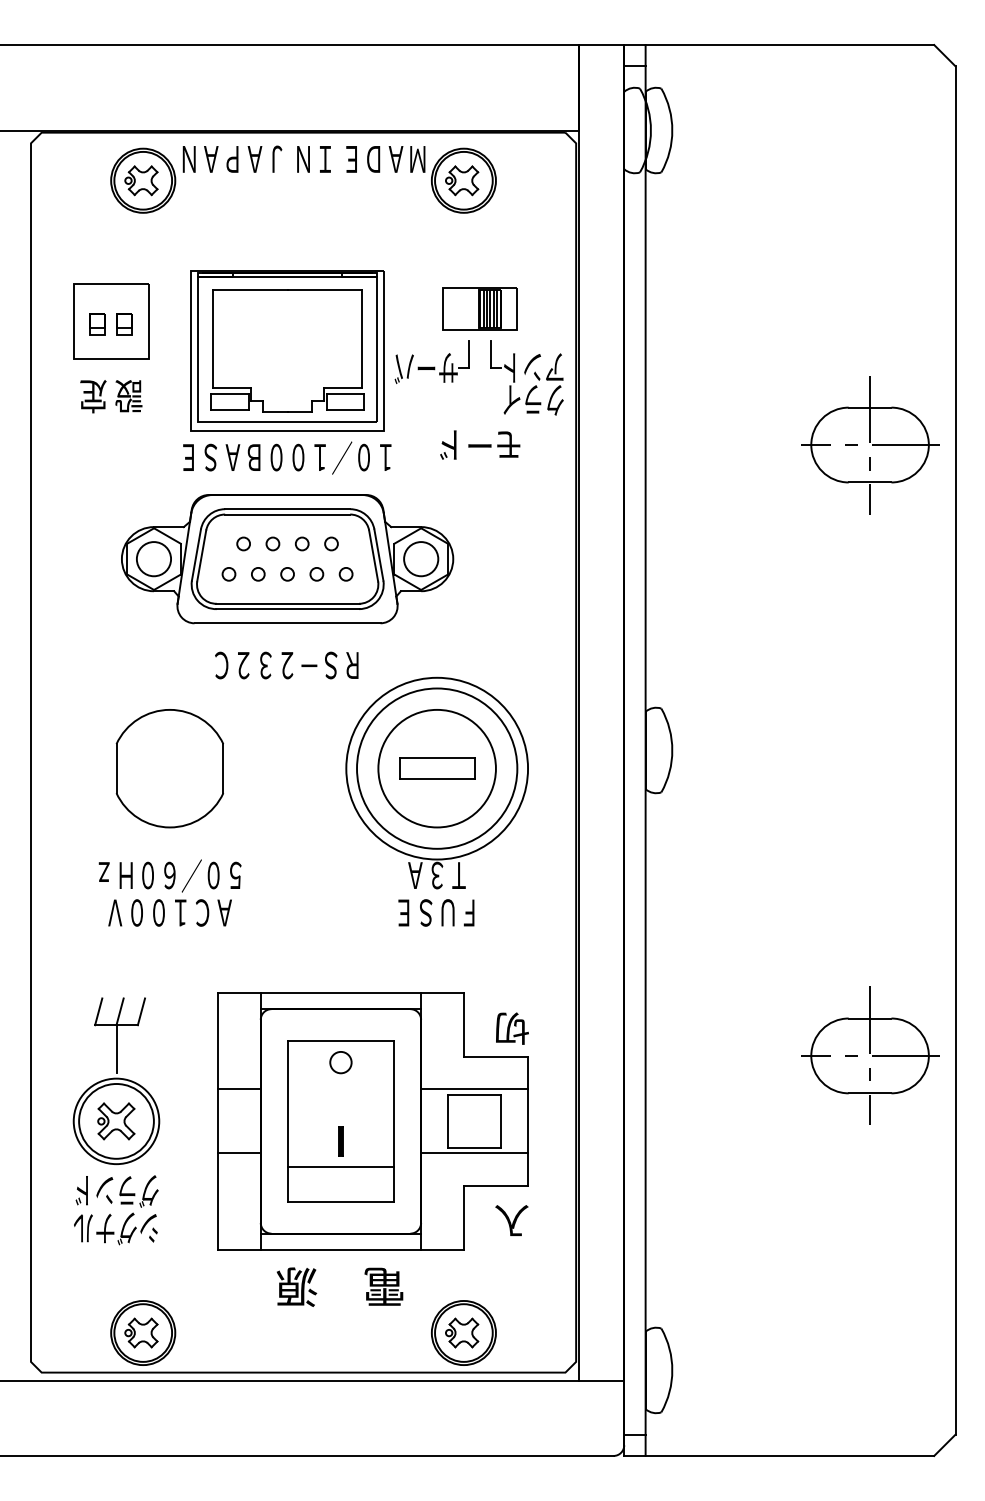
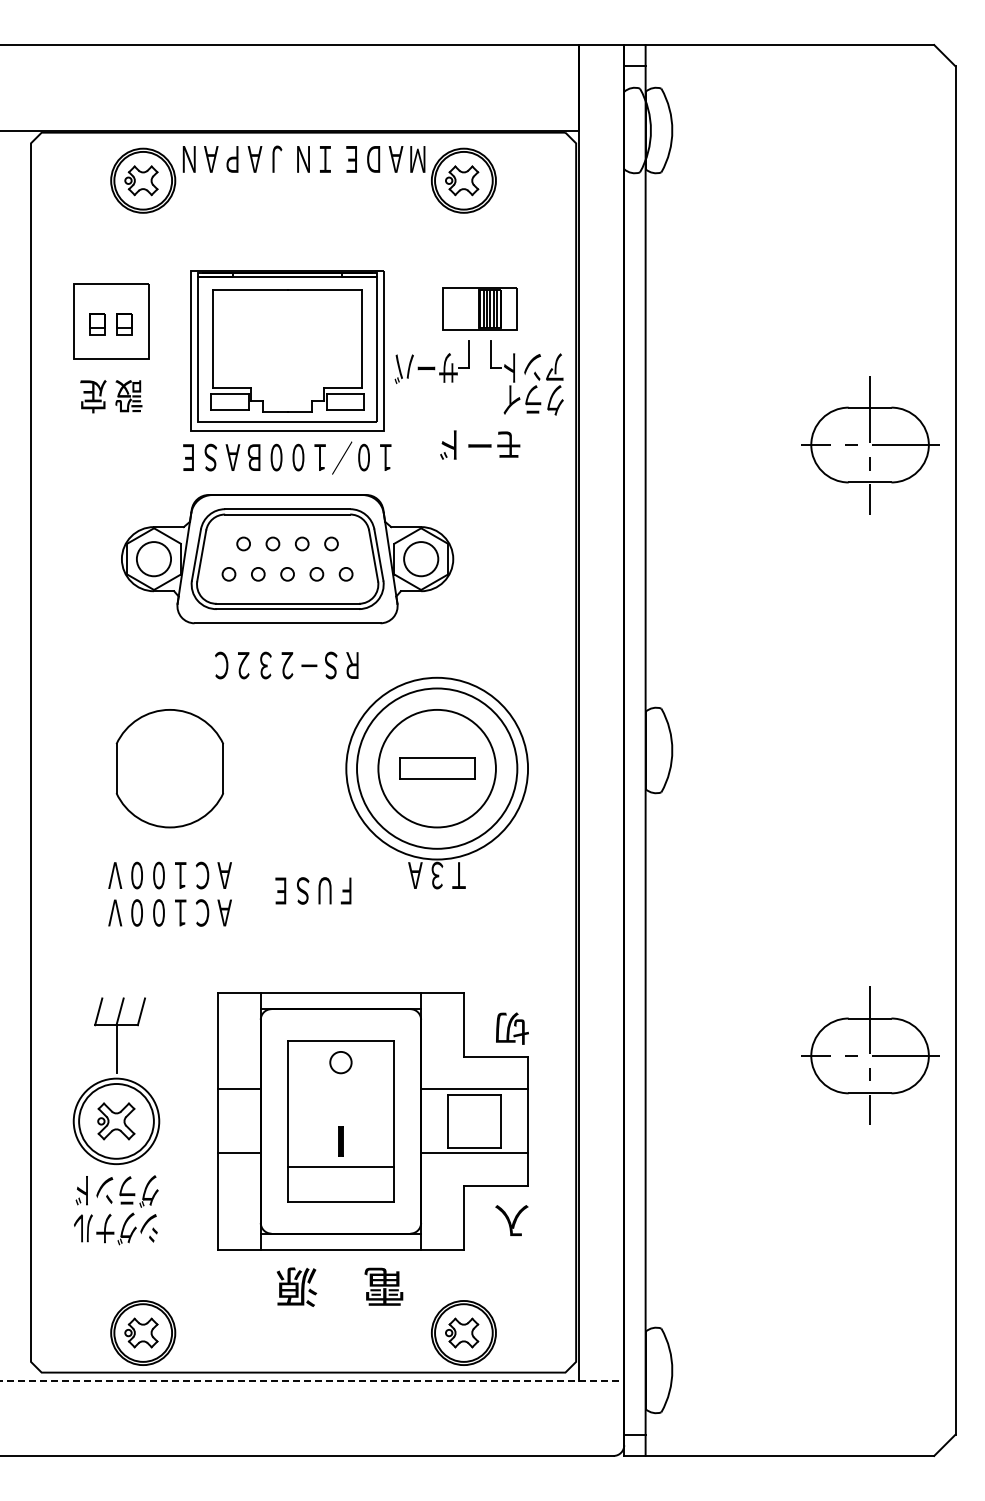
text at (169, 875): ５０／６０Ｈｚ -> ＡＣ１００Ｖ
text at (436, 912) position: (436, 912) -> (313, 890)
line at (312, 1381): solid -> dashed
